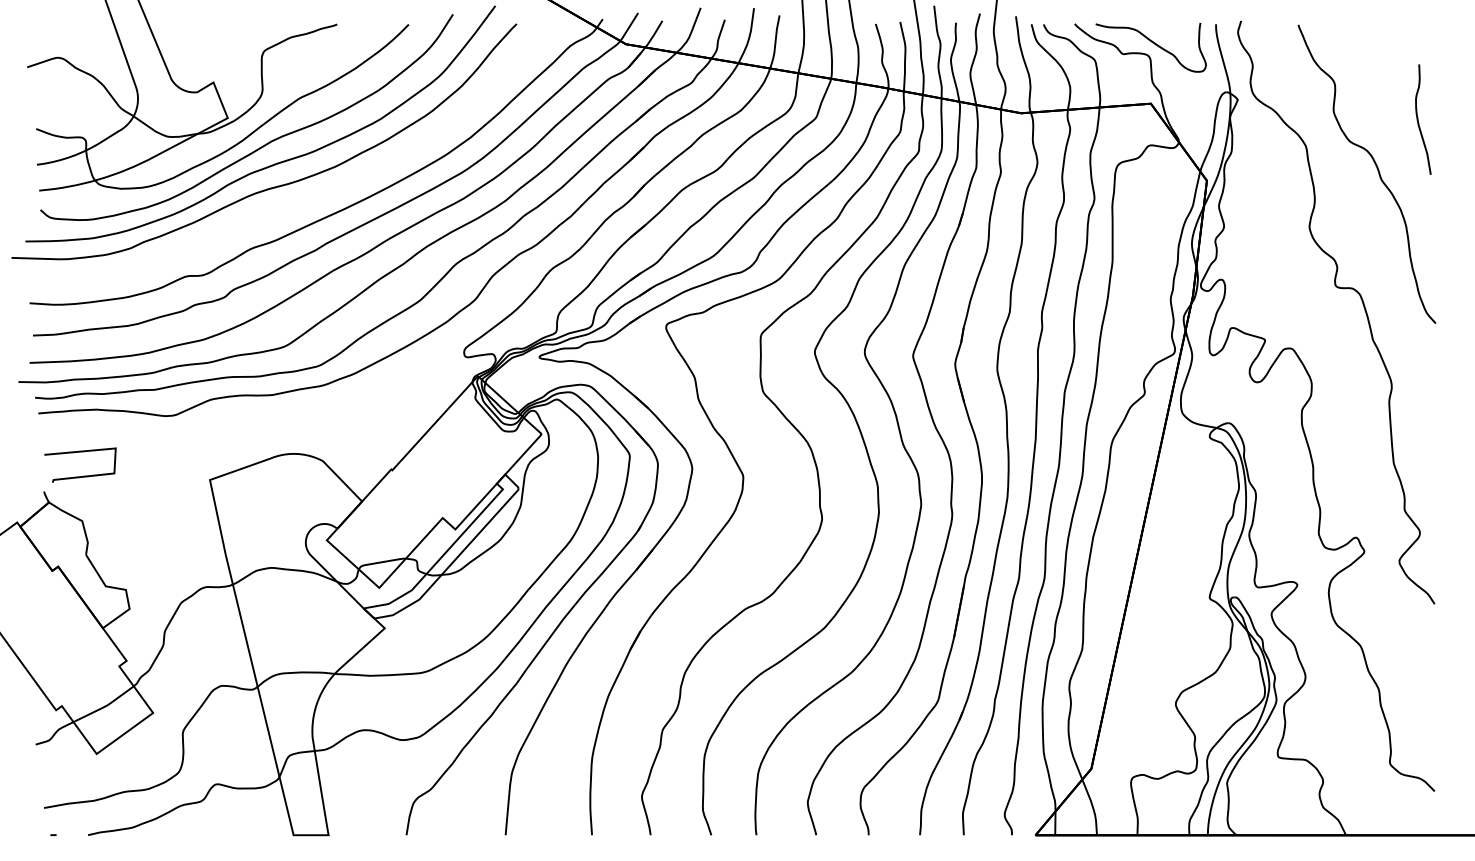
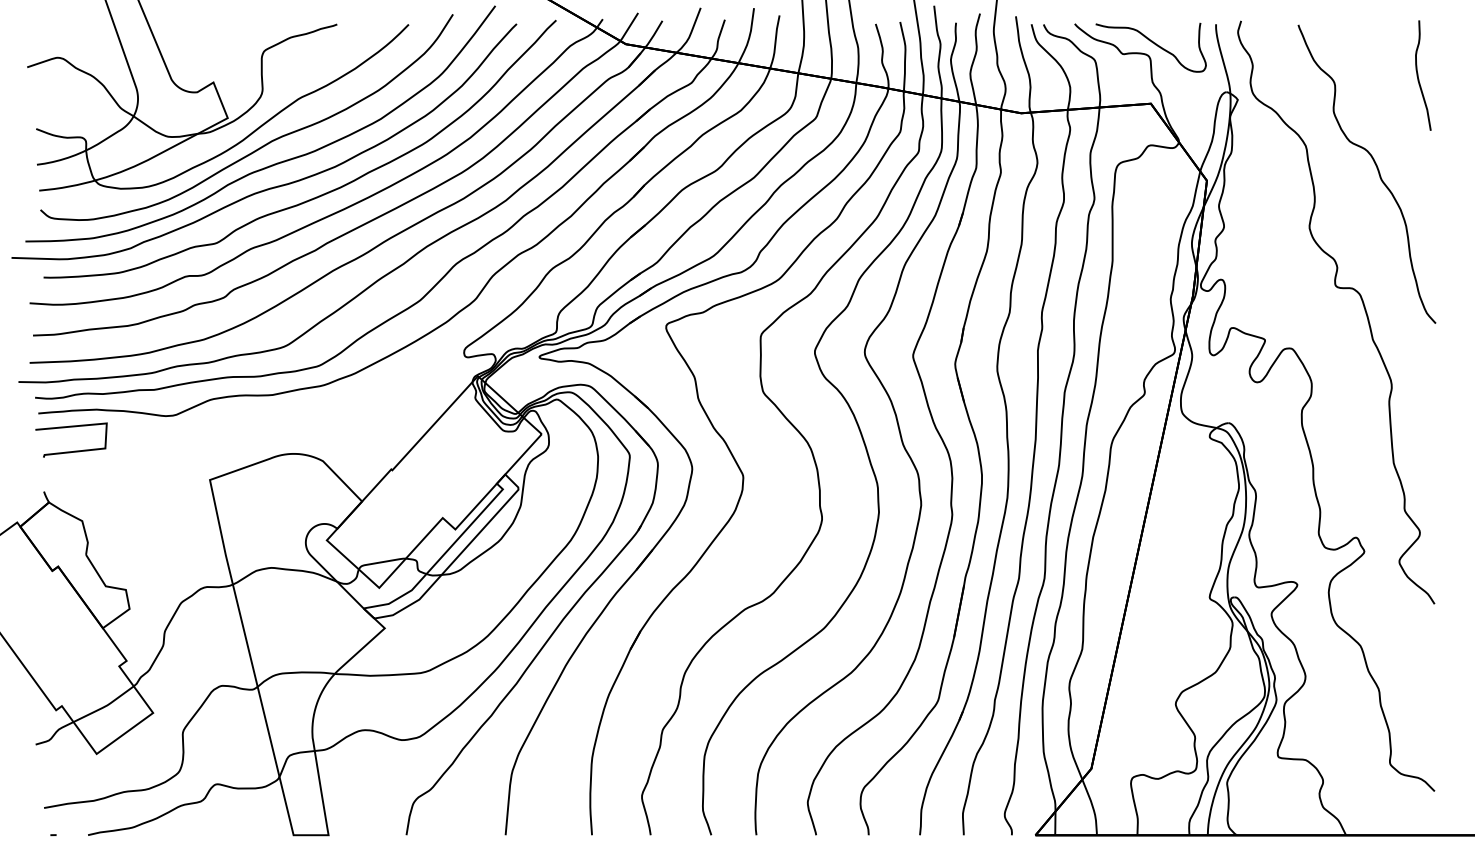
curve at (1418, 119) position: (1418, 119) -> (1418, 75)
curve at (318, 195): none -> present
line at (83, 475) position: (83, 475) -> (74, 450)
